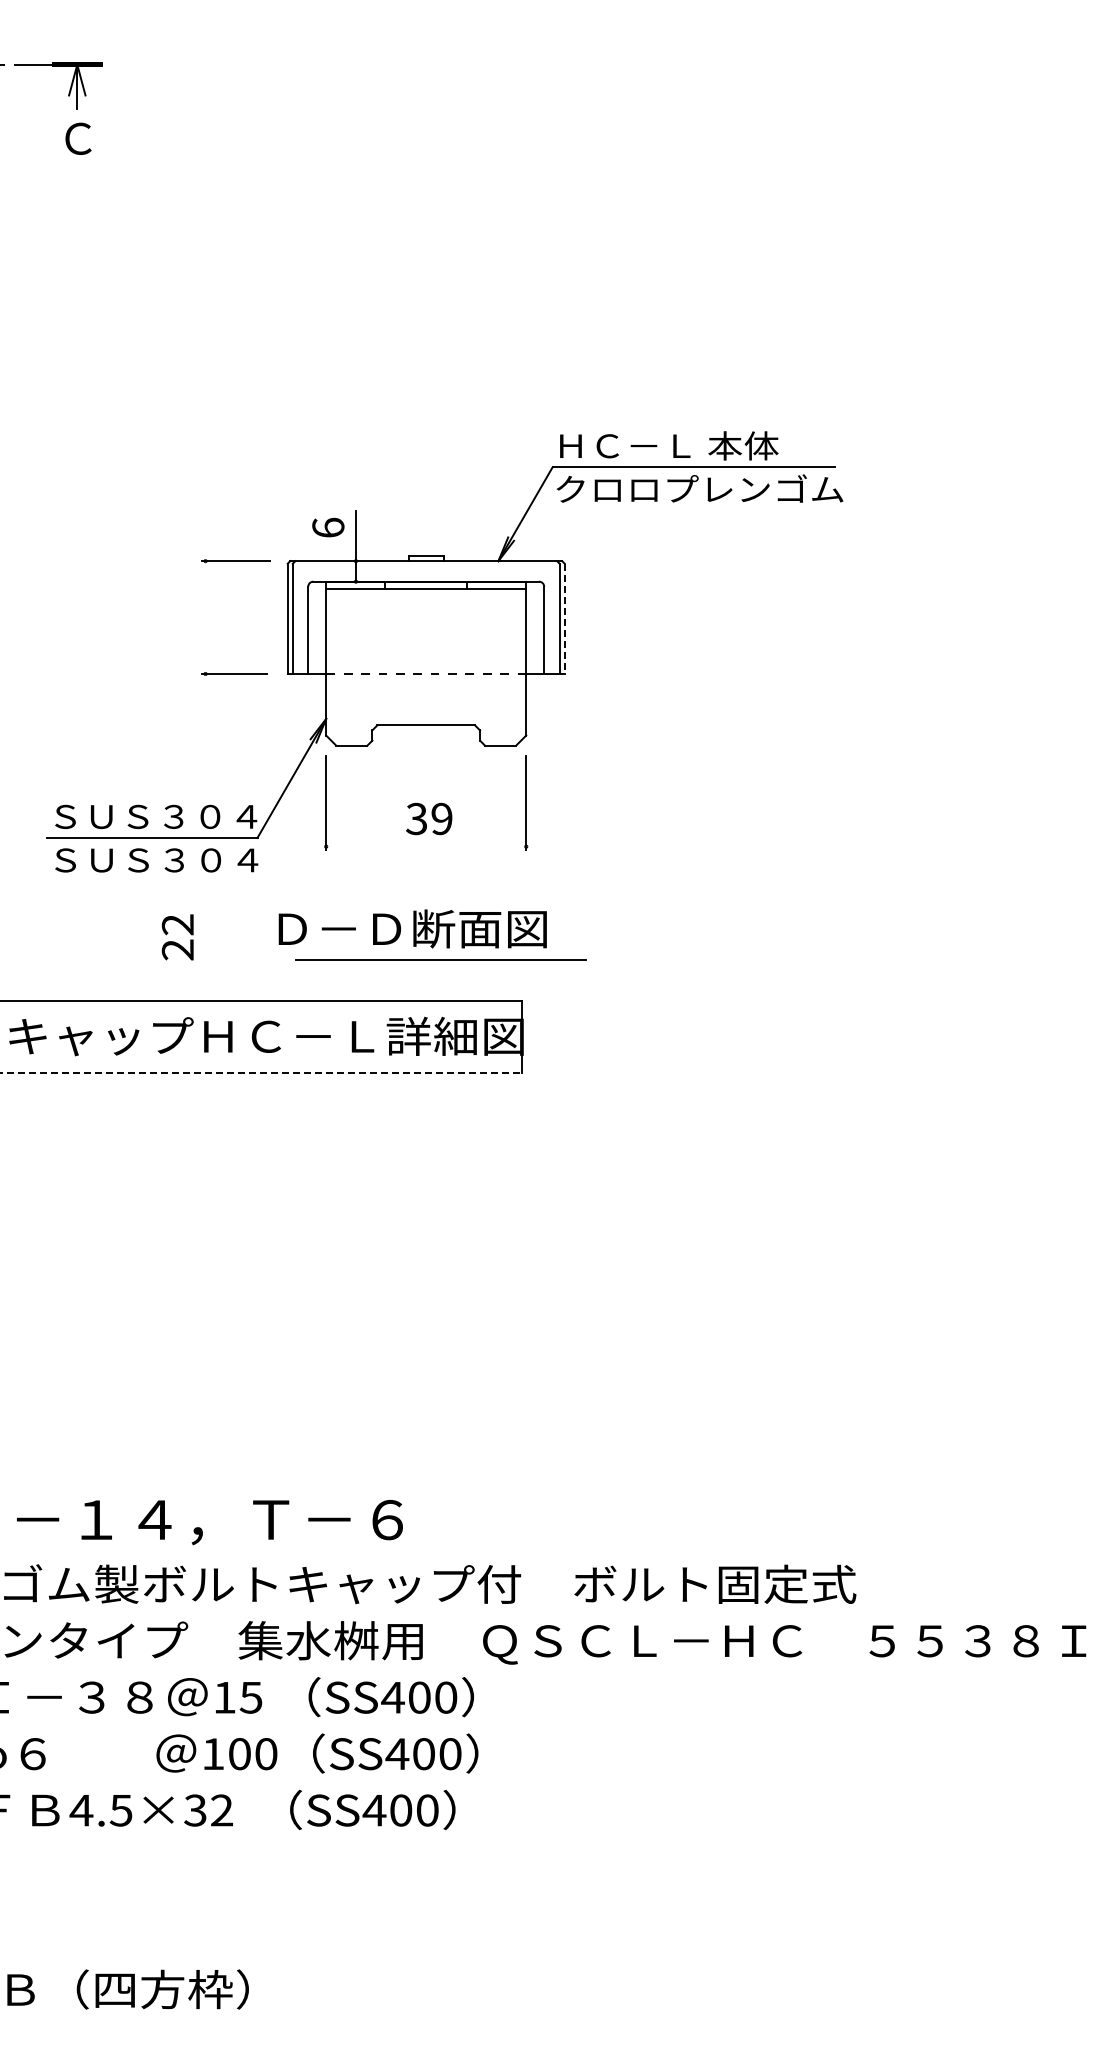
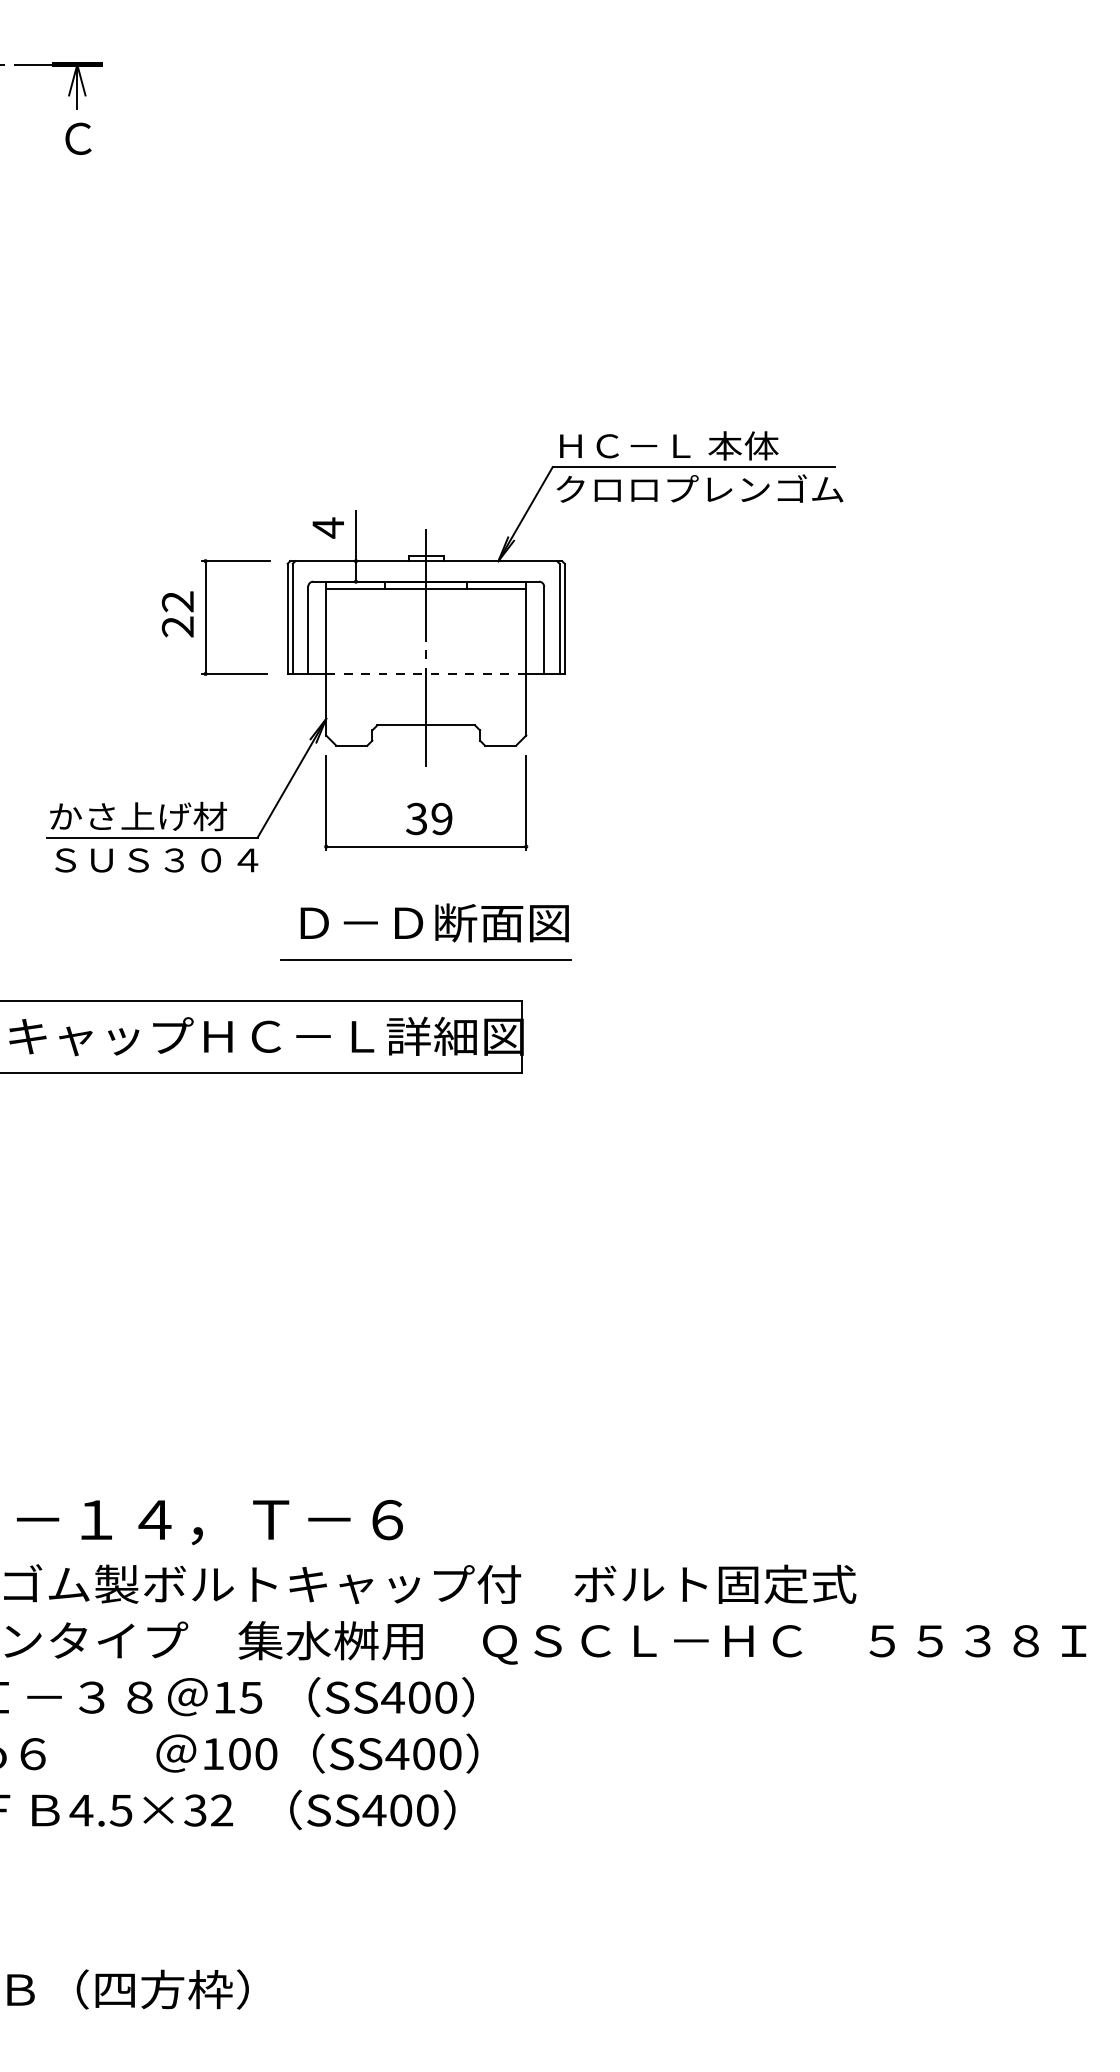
text at (328, 527): 6 -> 4
line at (205, 617): none -> present
line at (564, 619): dashed -> solid
line at (426, 647): none -> present
text at (153, 816): ＳＵＳ３０４ -> かさ上げ材
line at (426, 846): none -> present
text at (412, 928) position: (412, 928) -> (434, 922)
text at (177, 937) position: (177, 937) -> (177, 614)
line at (440, 959) position: (440, 959) -> (425, 959)
line at (261, 1072): dashed -> solid
